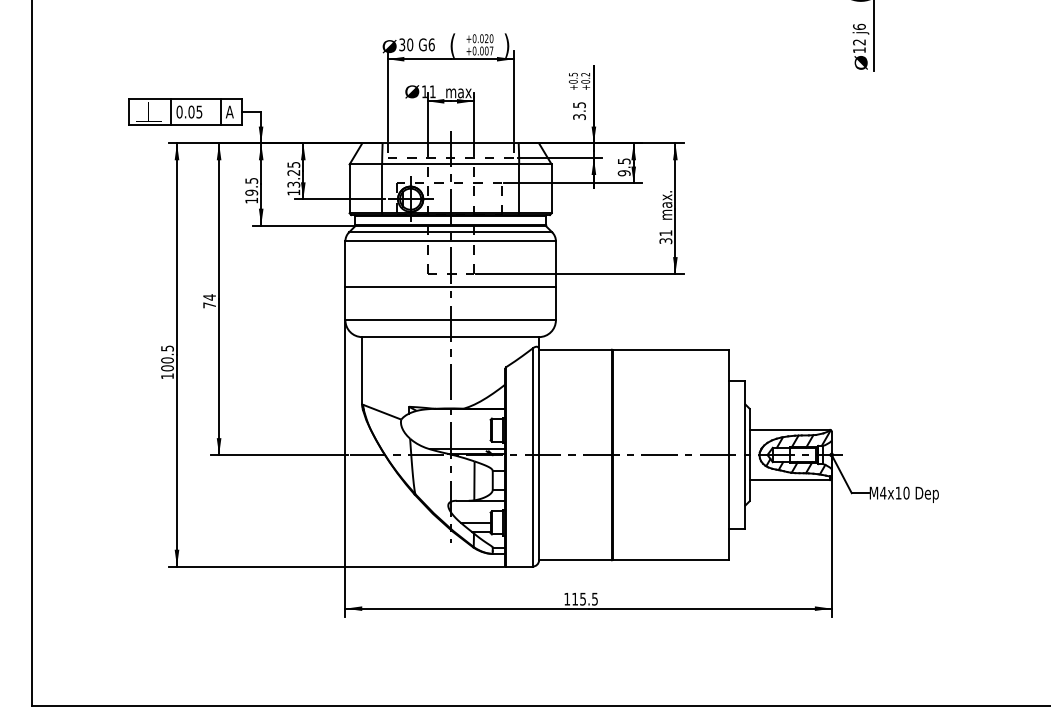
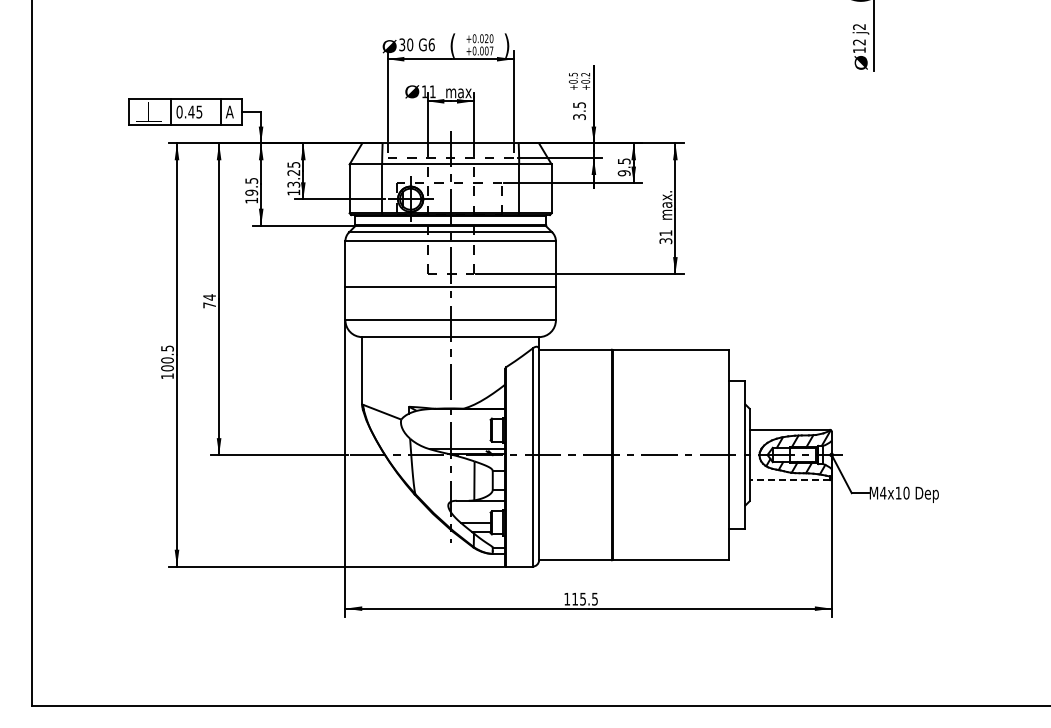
text at (859, 26): j6 -> j2
text at (191, 111): 0.05 -> 0.45
line at (789, 480): solid -> dashed
